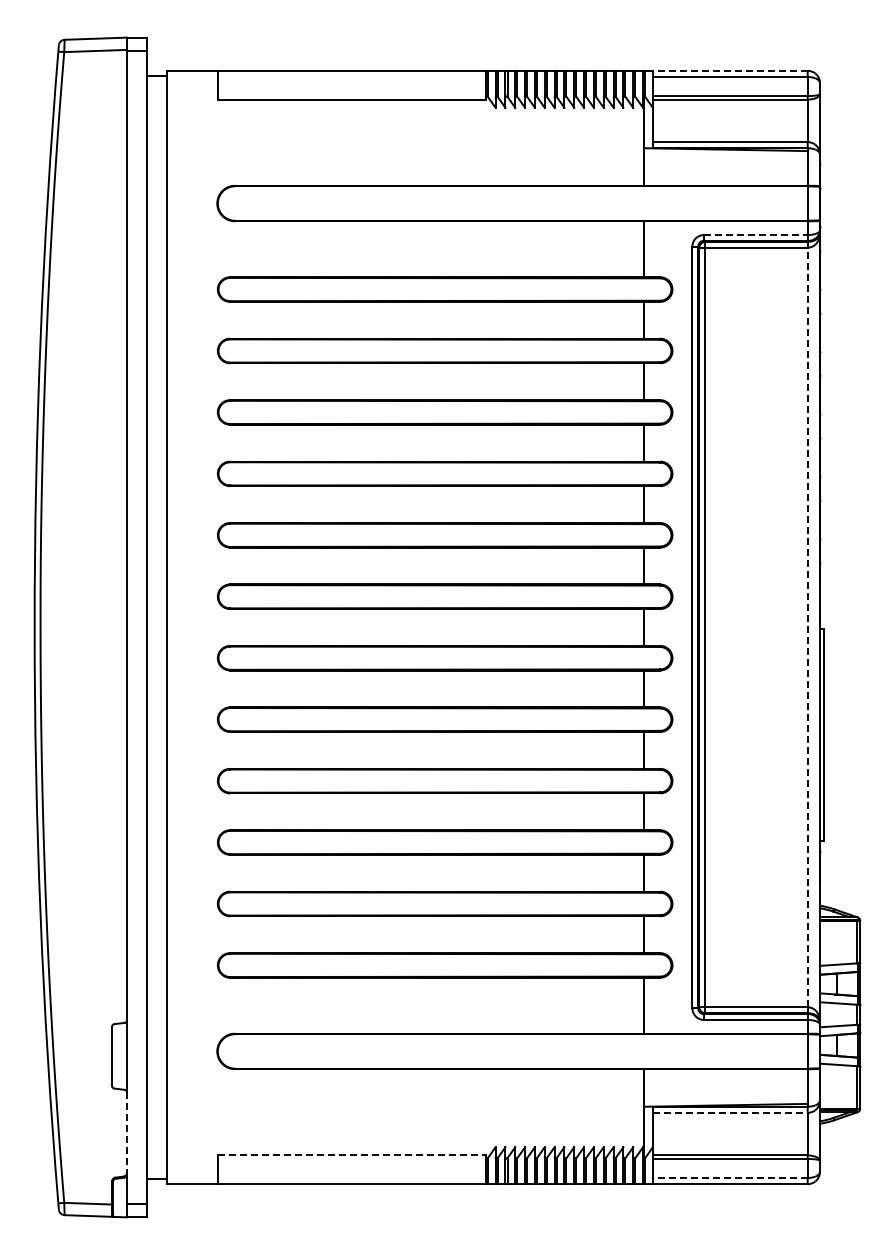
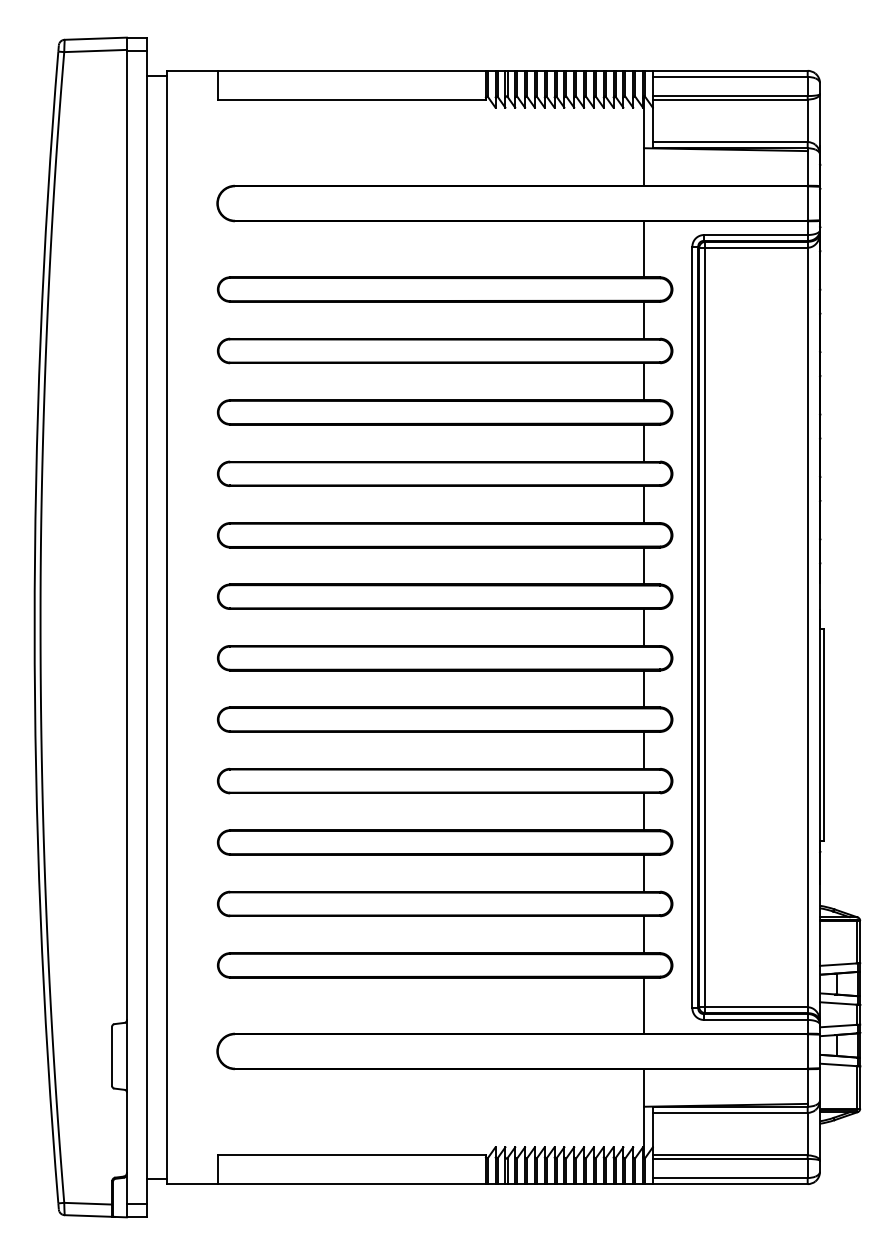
line at (729, 70): dashed -> solid
line at (755, 235): dashed -> solid
line at (807, 627): dashed -> solid
line at (730, 1112): dashed -> solid
line at (126, 1133): dashed -> solid
line at (351, 1155): dashed -> solid
line at (729, 1178): dashed -> solid
